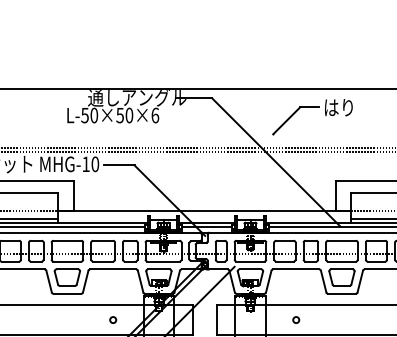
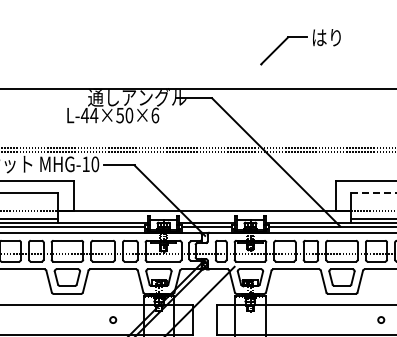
part at (312, 107) position: (312, 107) -> (300, 37)
text at (89, 115): L-50×50×6 -> L-44×50×6
line at (373, 192): solid -> dashed
circle at (296, 319) position: (296, 319) -> (381, 319)
